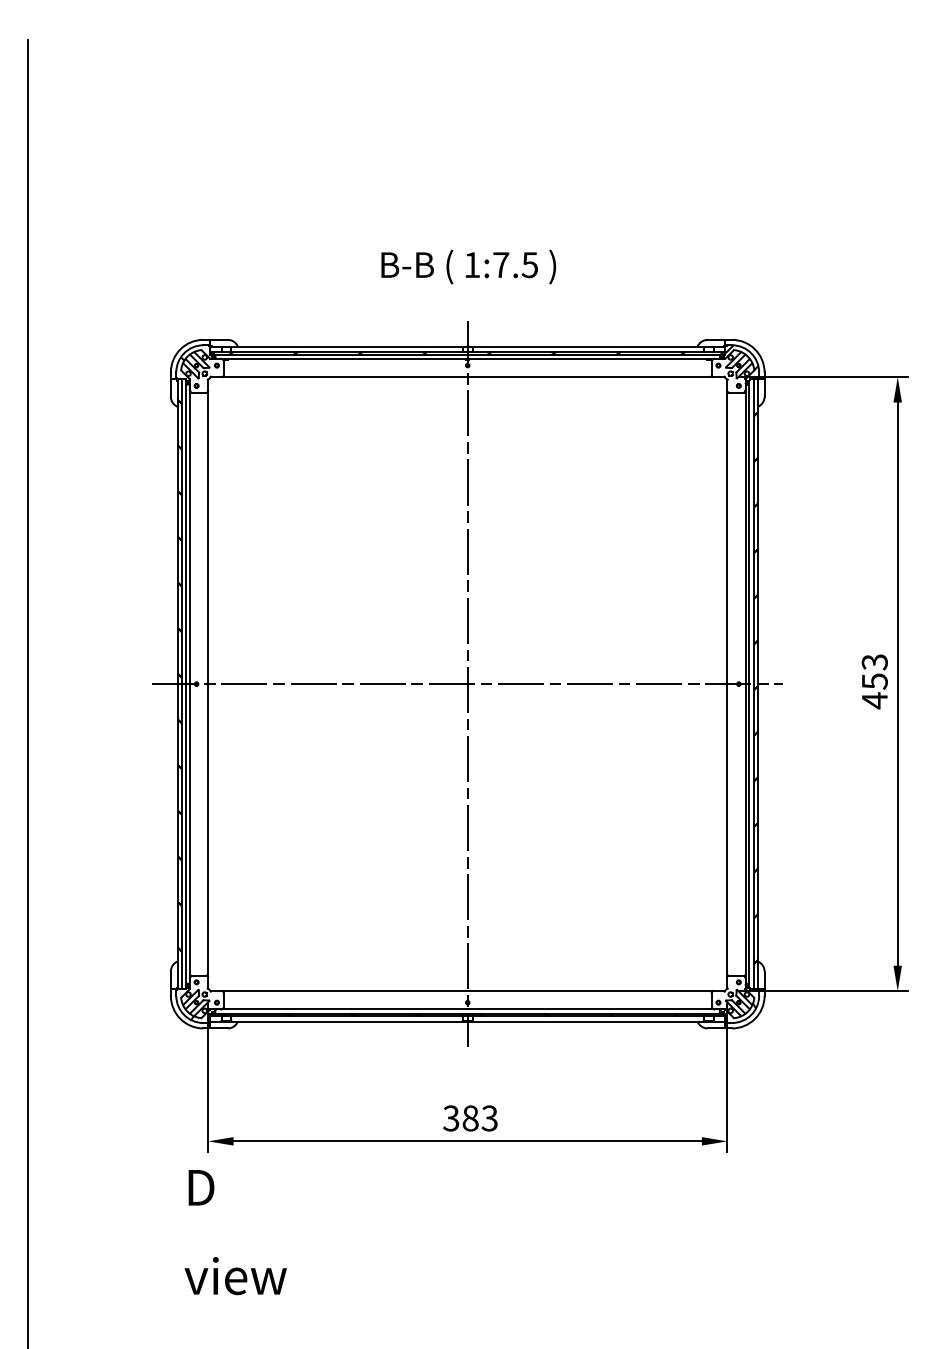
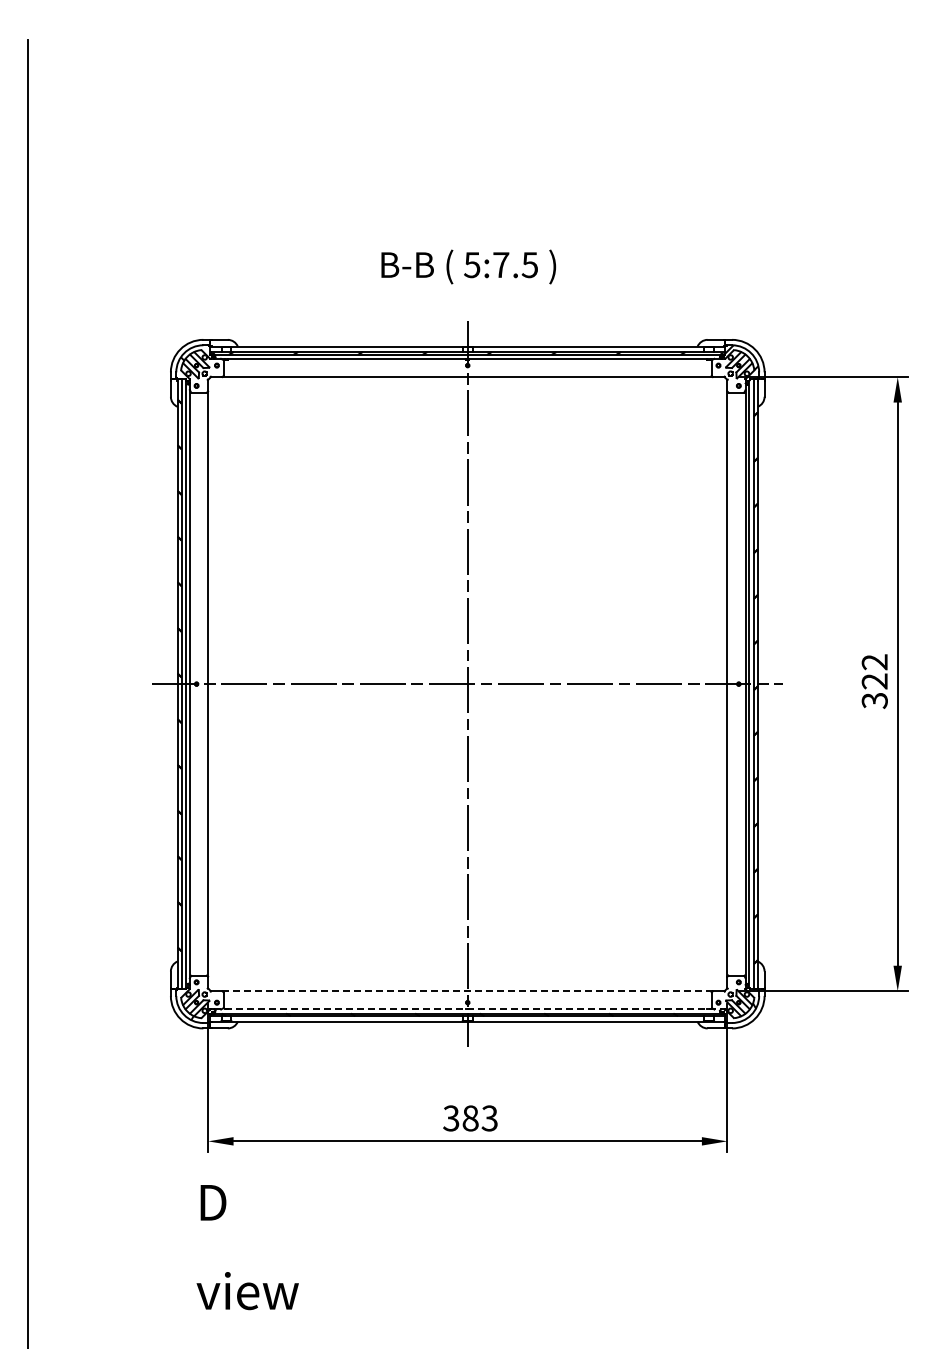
text at (472, 265): 1:7.5 -> 5:7.5
text at (874, 681): 453 -> 322
line at (468, 991): solid -> dashed
line at (467, 1009): solid -> dashed
text at (235, 1232) position: (235, 1232) -> (247, 1247)
